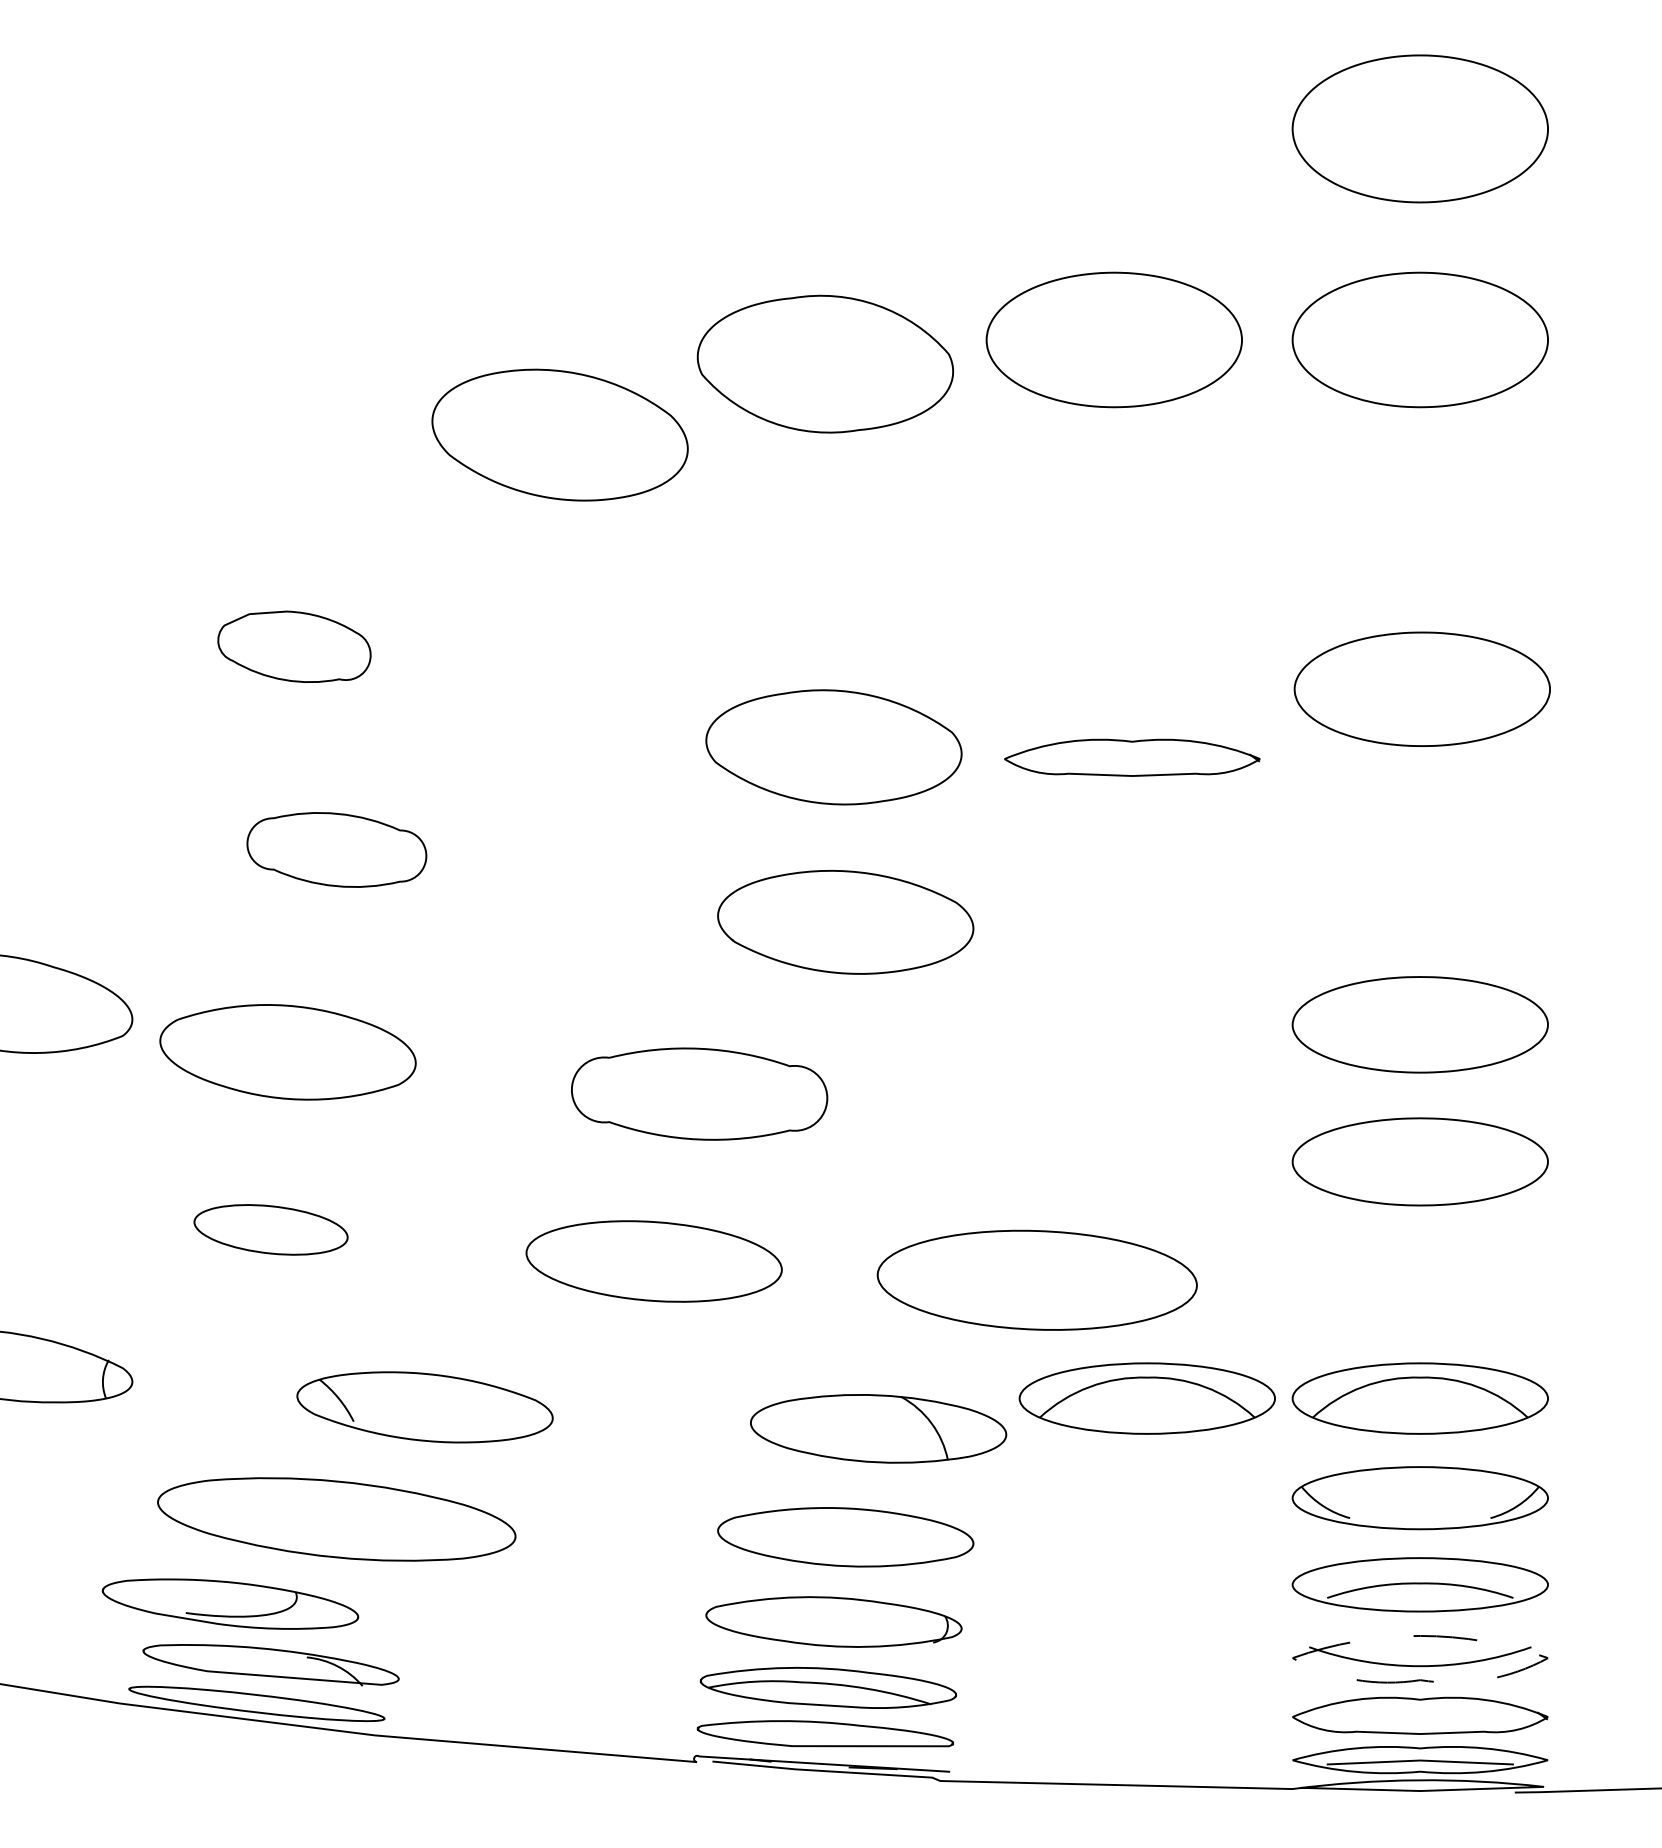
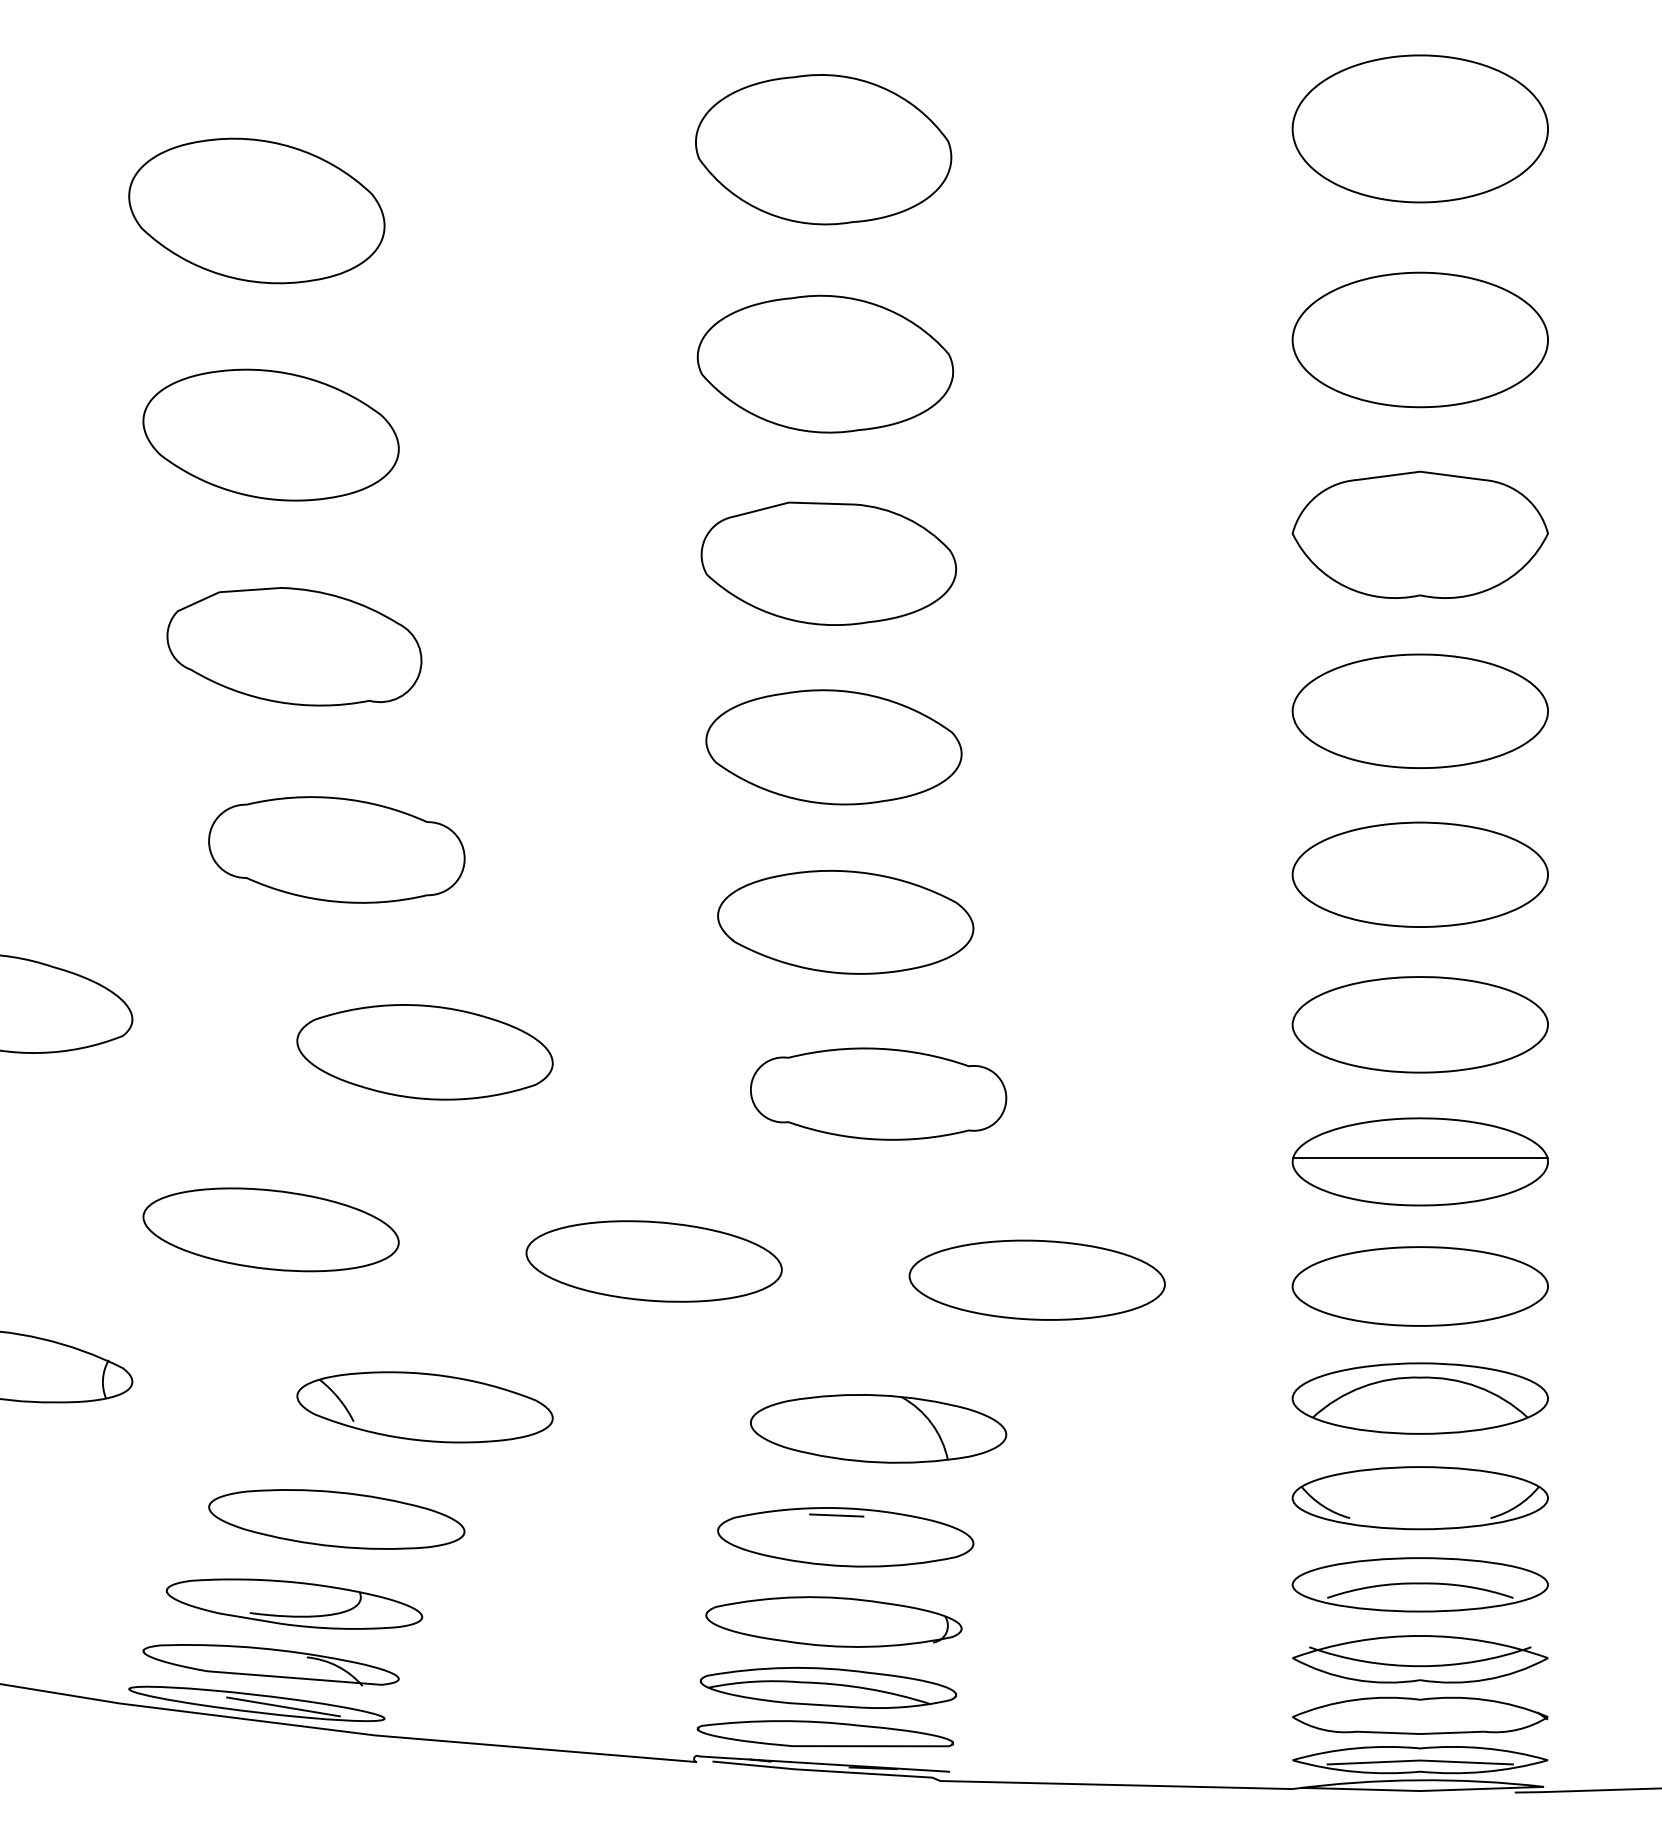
part at (823, 149): none -> present
part at (256, 210): none -> present
part at (1113, 339): present -> none
part at (559, 434) position: (559, 434) -> (270, 434)
part at (1419, 534): none -> present
part at (828, 563): none -> present
part at (294, 646) size: 155x73 px -> 257x120 px
part at (1421, 688) position: (1421, 688) -> (1419, 710)
part at (1132, 757): present -> none
part at (336, 849) size: 182x76 px -> 258x108 px
part at (1419, 874): none -> present
part at (287, 1052) position: (287, 1052) -> (424, 1052)
part at (699, 1093) position: (699, 1093) -> (878, 1093)
line at (1420, 1158): none -> present
part at (270, 1229) size: 156x52 px -> 258x86 px
part at (1036, 1279) size: 322x102 px -> 258x82 px
part at (1419, 1286): none -> present
part at (1146, 1398): present -> none
line at (836, 1515): none -> present
part at (336, 1519) size: 360x85 px -> 258x61 px
part at (230, 1603) position: (230, 1603) -> (294, 1603)
line at (1420, 1635): dashed -> solid
line at (283, 1706): none -> present
